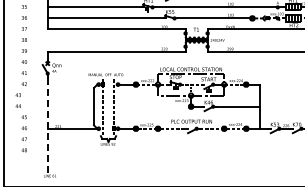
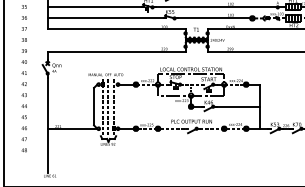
text at (17, 100) position: (17, 100) -> (23, 100)
line at (108, 107): none -> present
line at (47, 125): dashed -> solid
